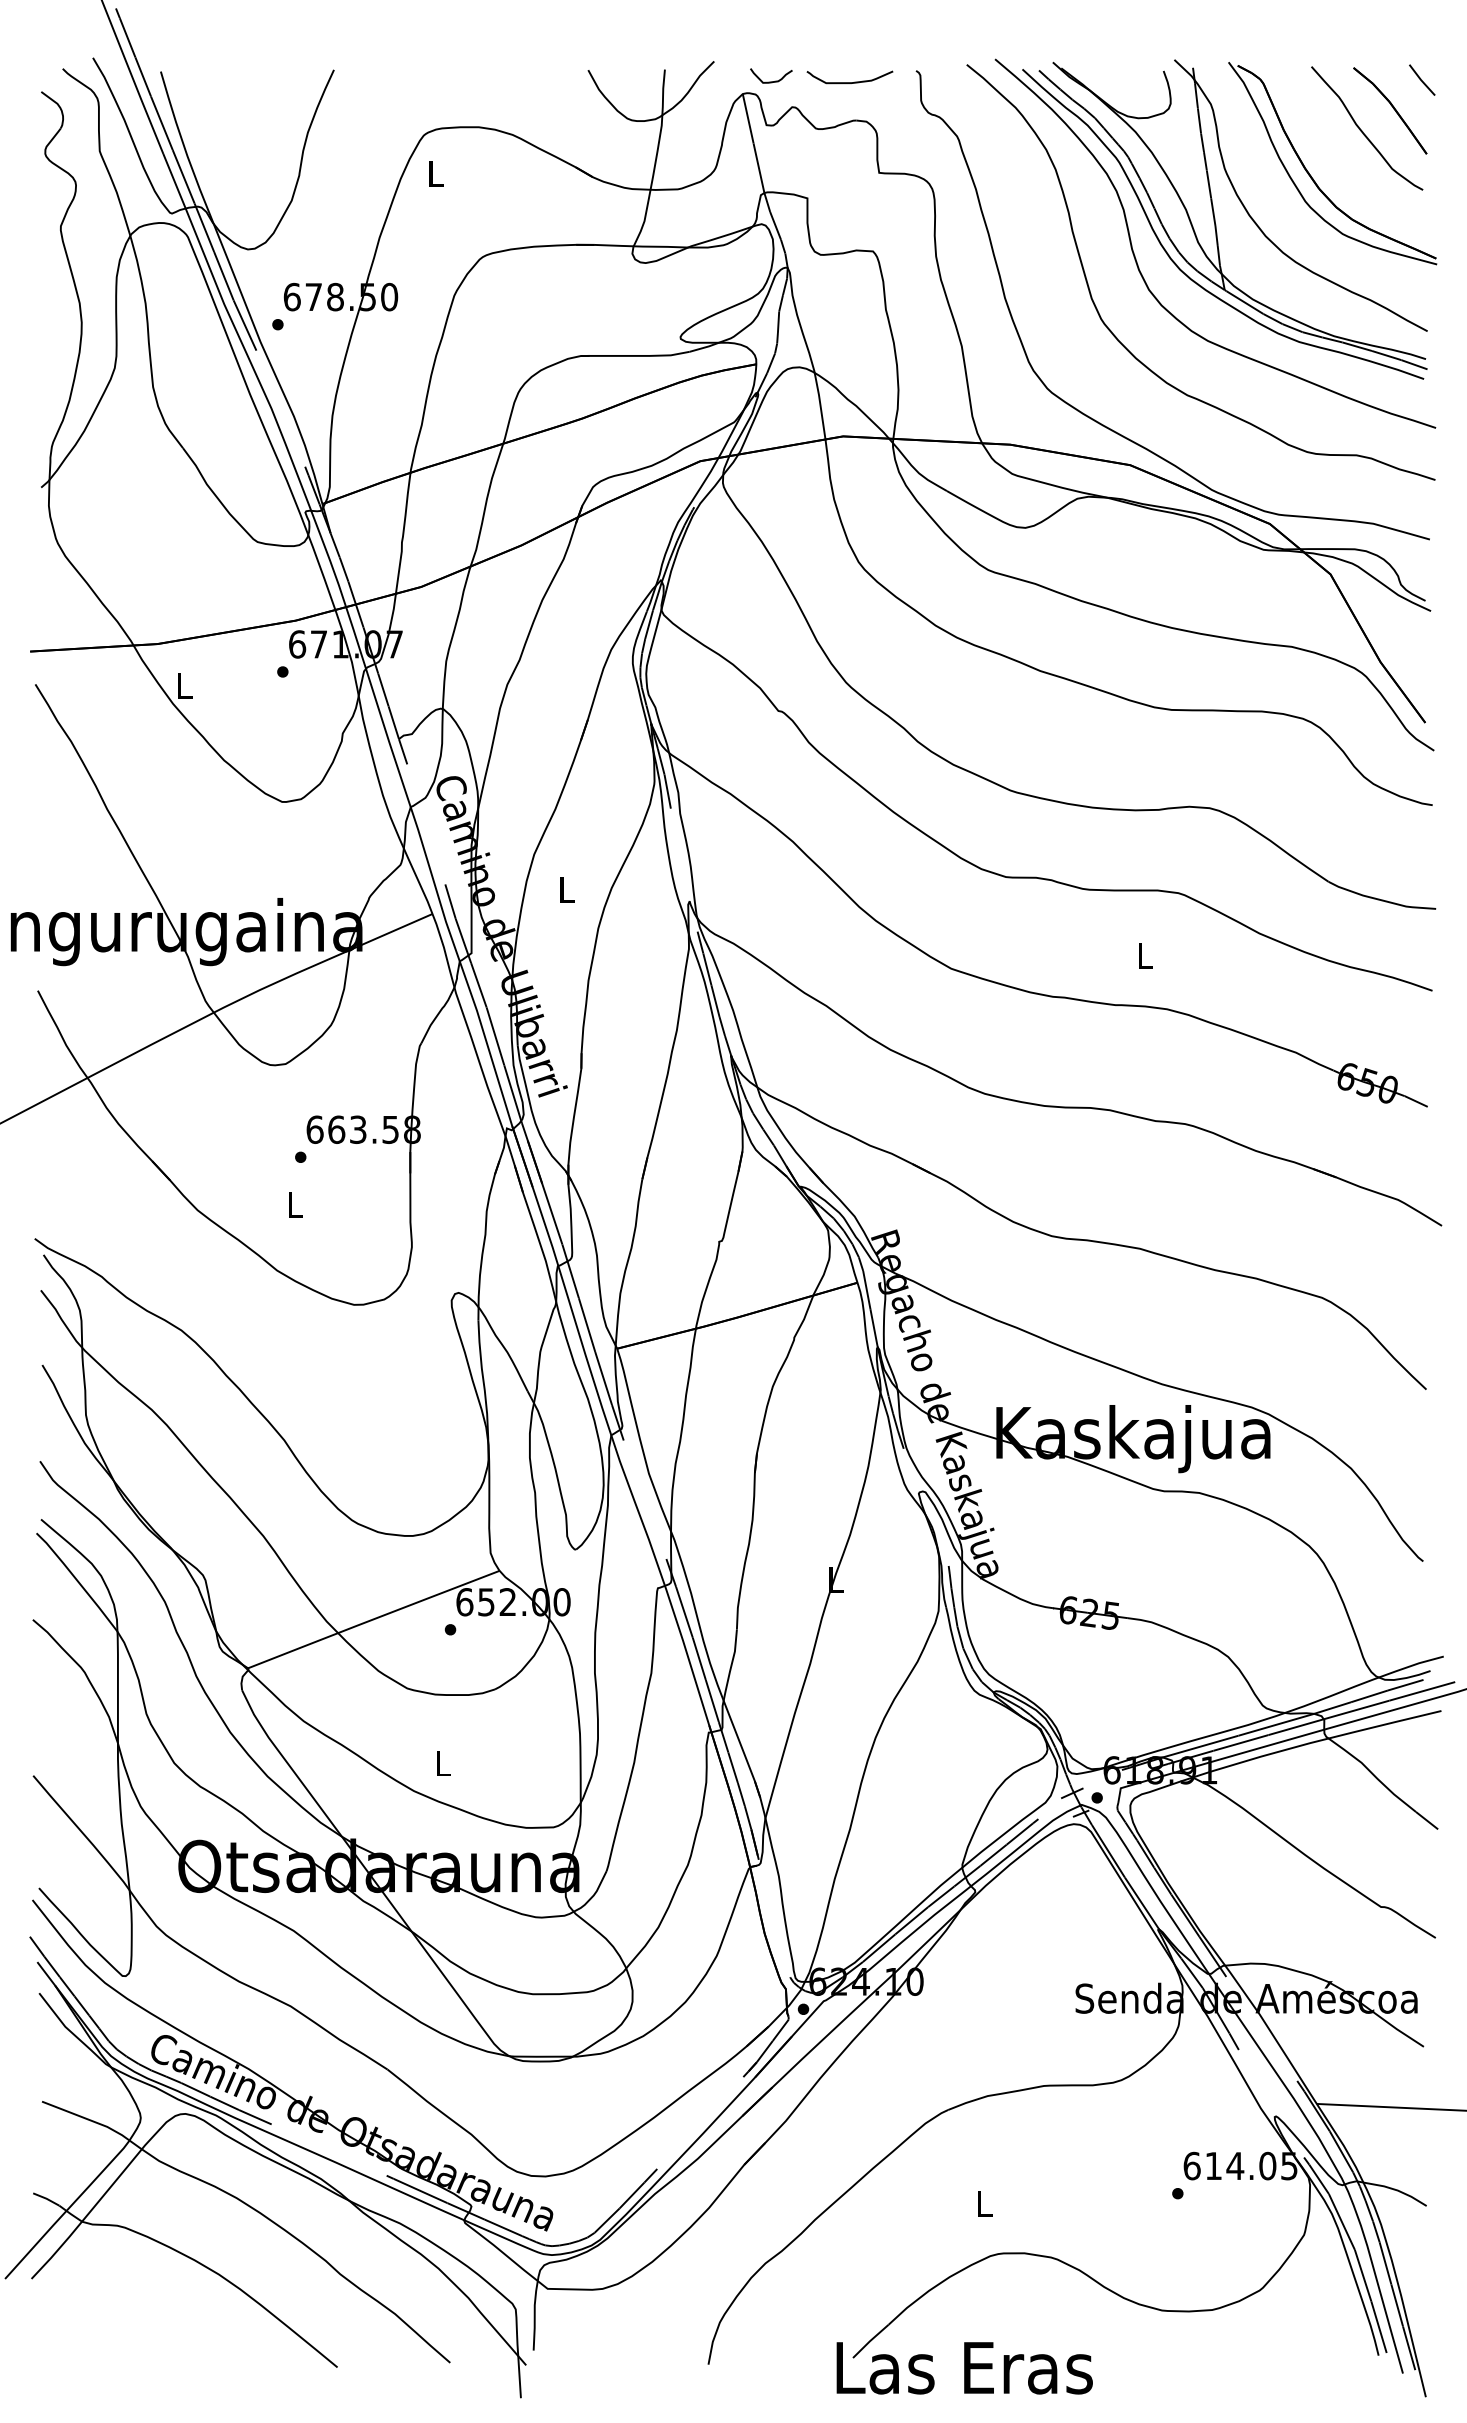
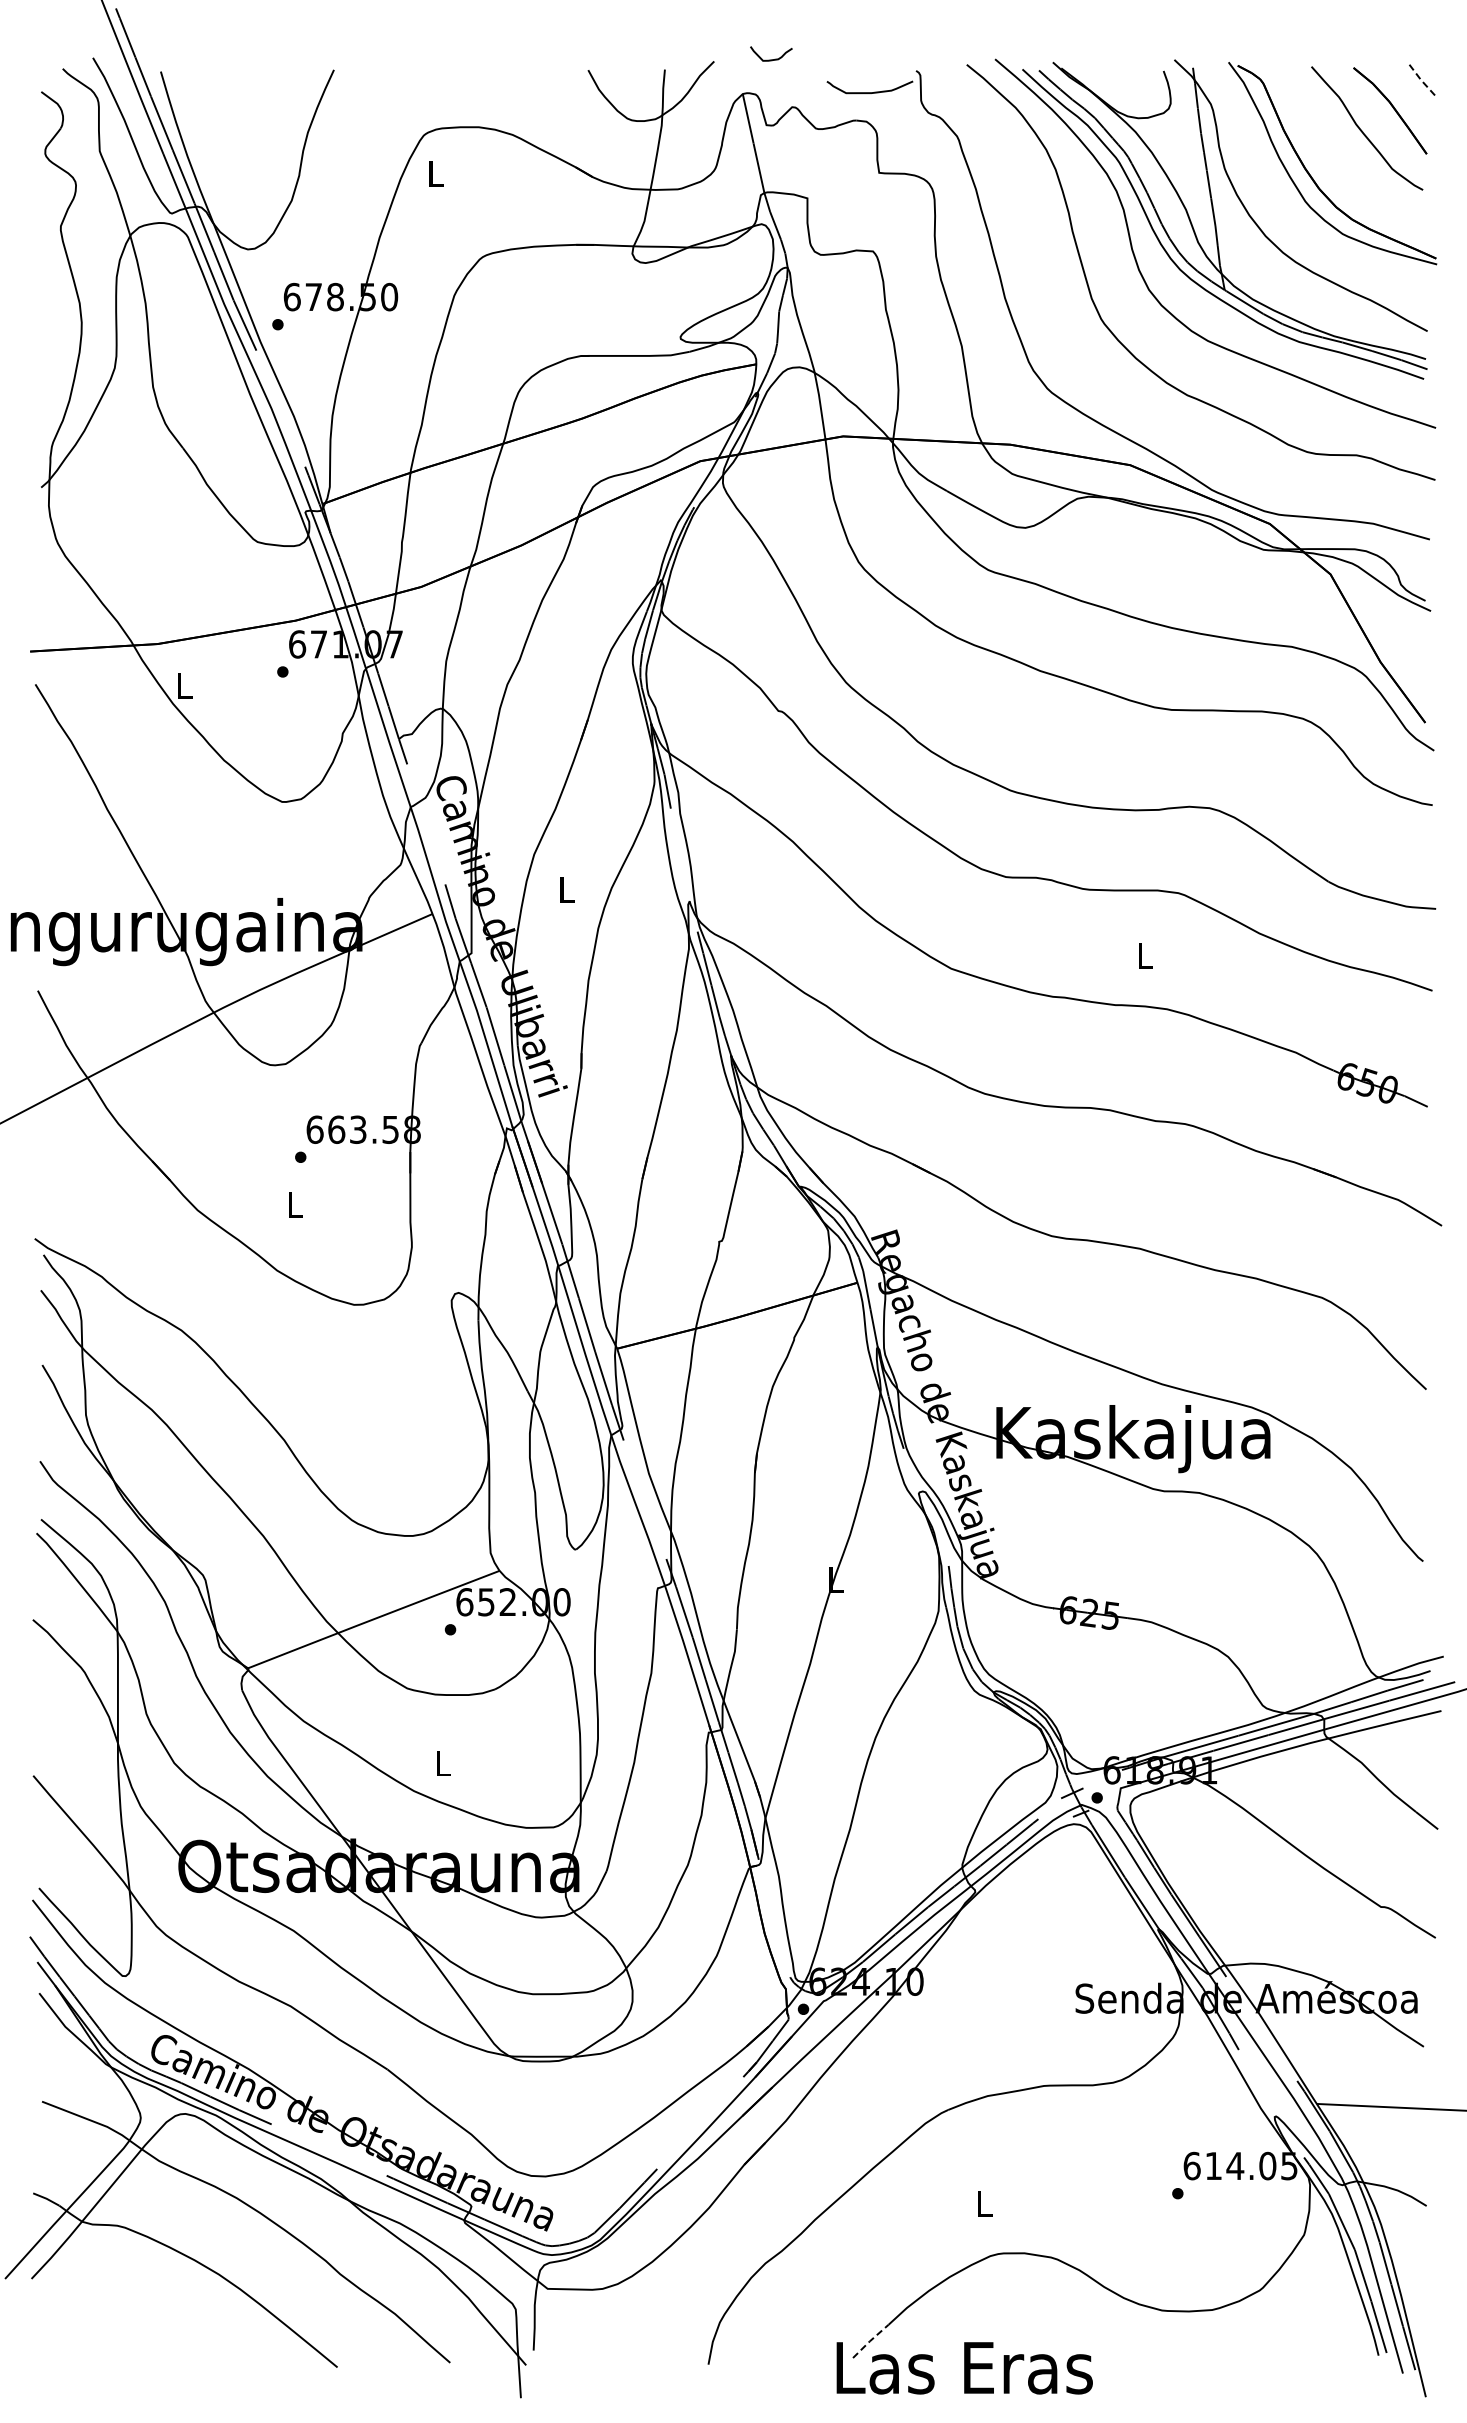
line at (1421, 80): solid -> dashed
curve at (771, 81) position: (771, 81) -> (771, 59)
curve at (849, 82) position: (849, 82) -> (869, 92)
line at (869, 2341): solid -> dashed
